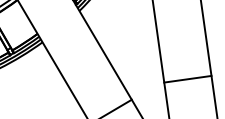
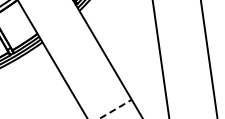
line at (187, 78): present -> none
line at (115, 109): solid -> dashed
